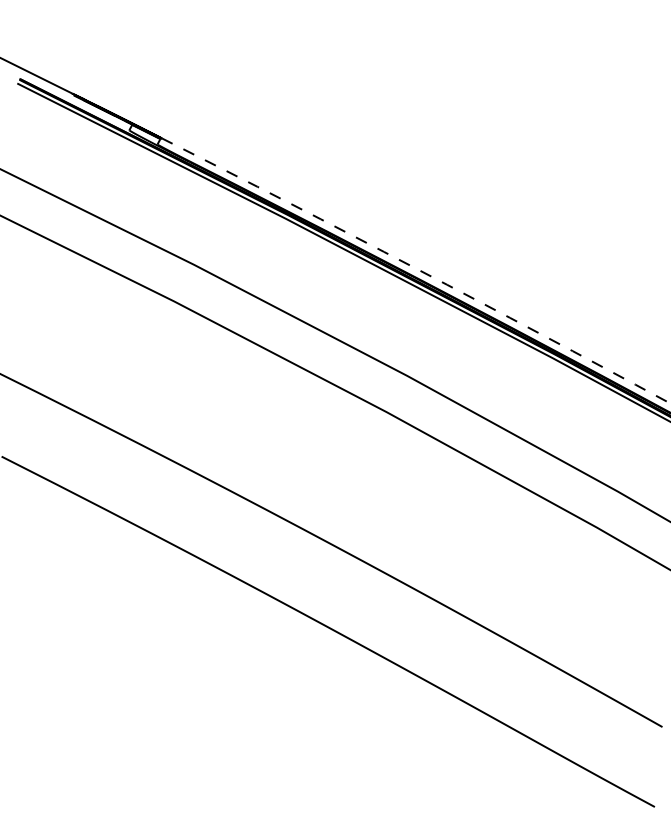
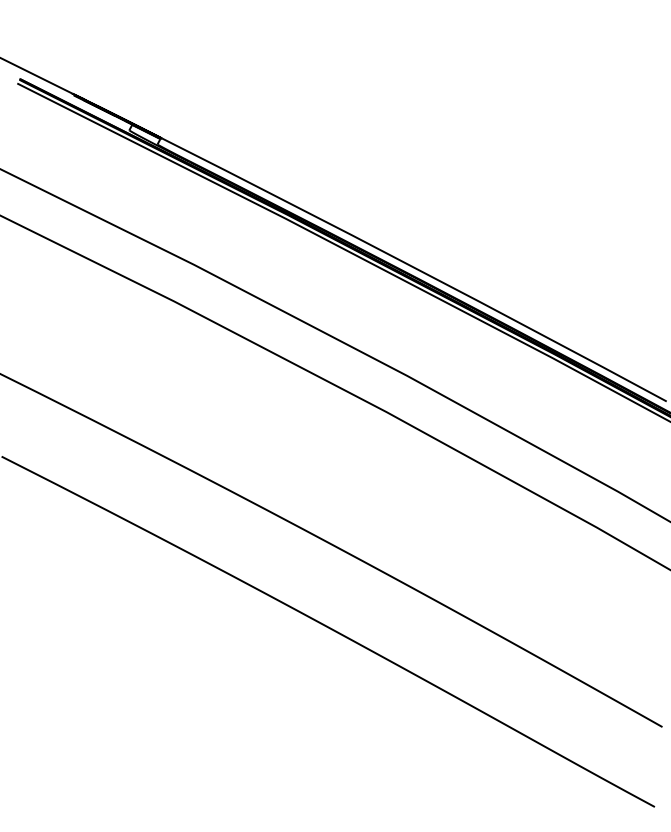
arc at (415, 268): dashed -> solid
